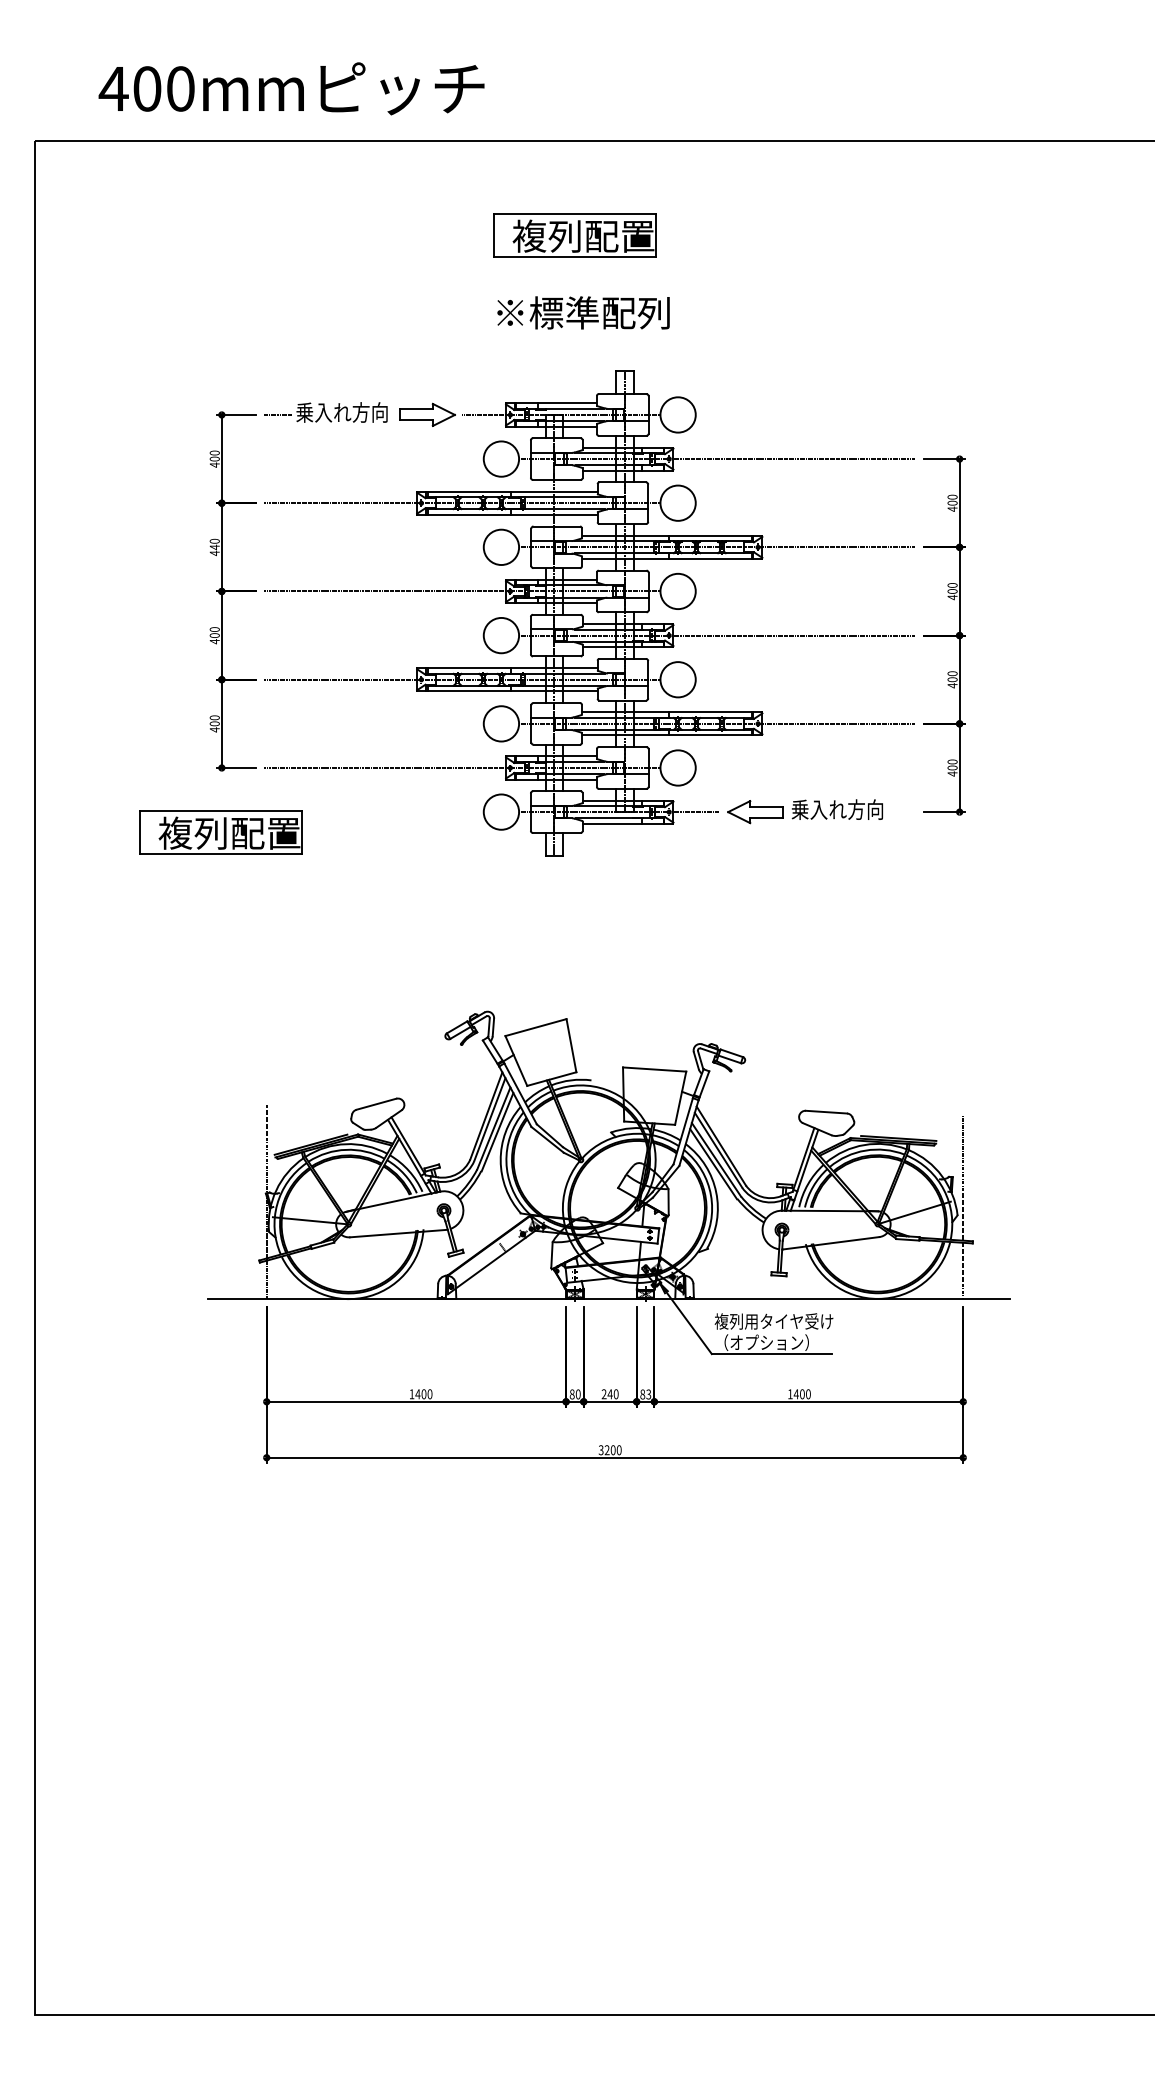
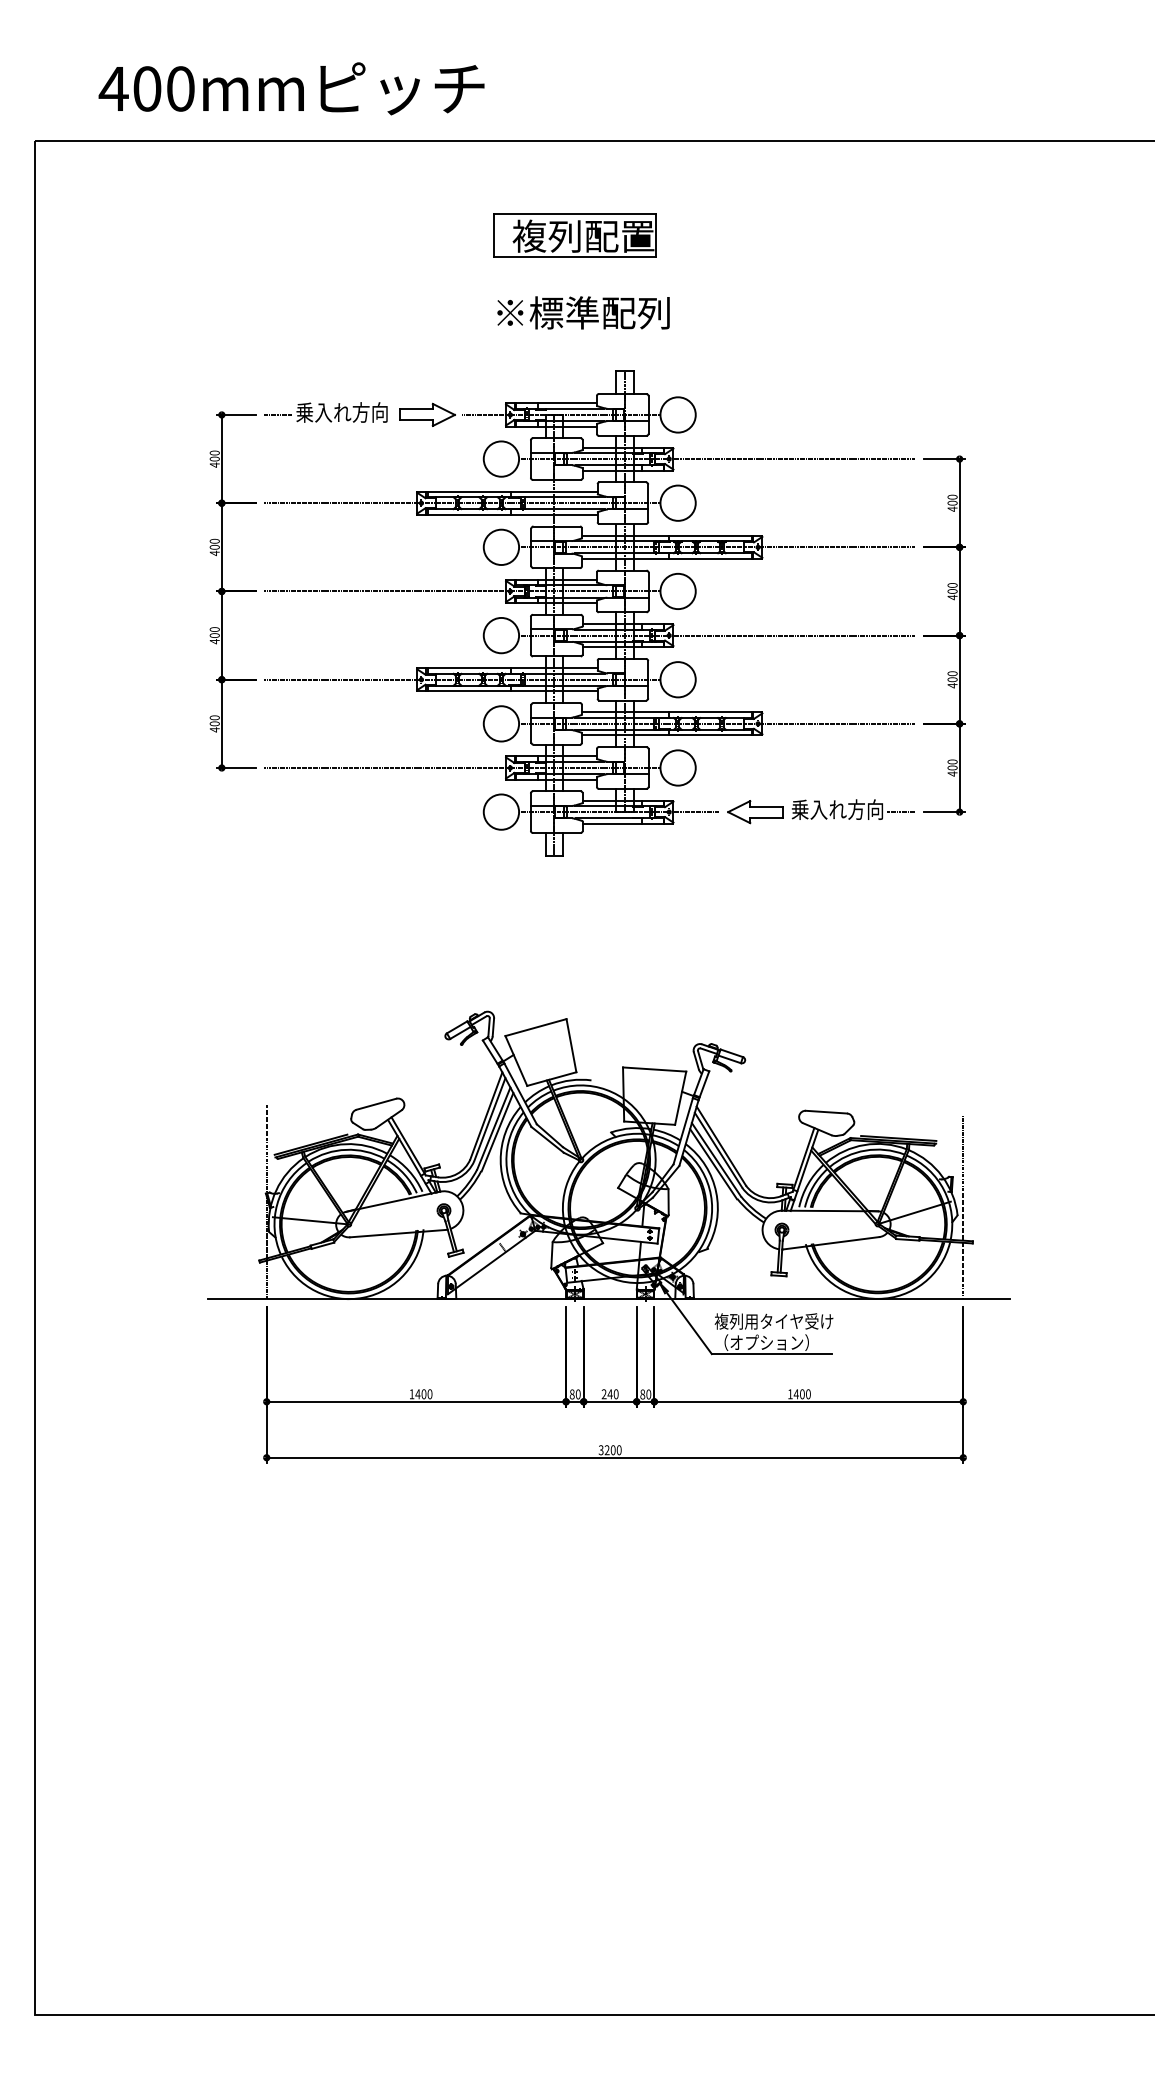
text at (214, 547): 440 -> 400
line at (901, 812): none -> present
part at (220, 832): present -> none
text at (648, 1394): 83 -> 80
